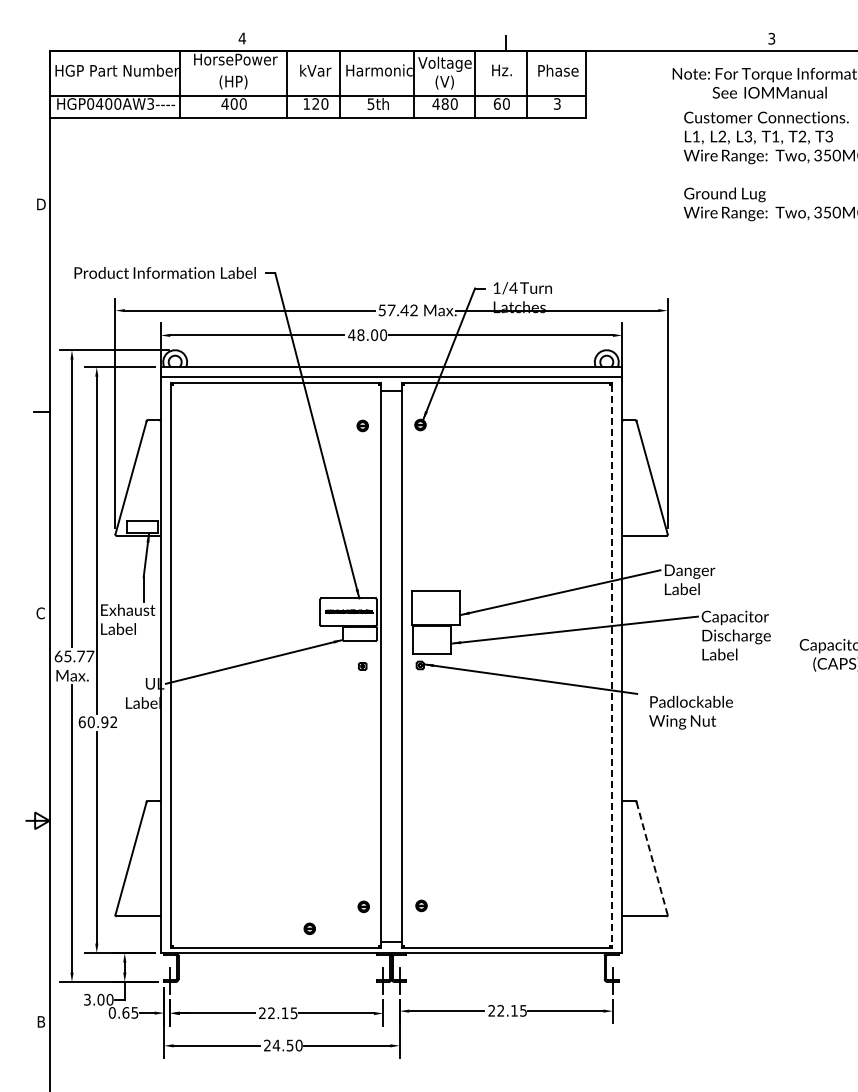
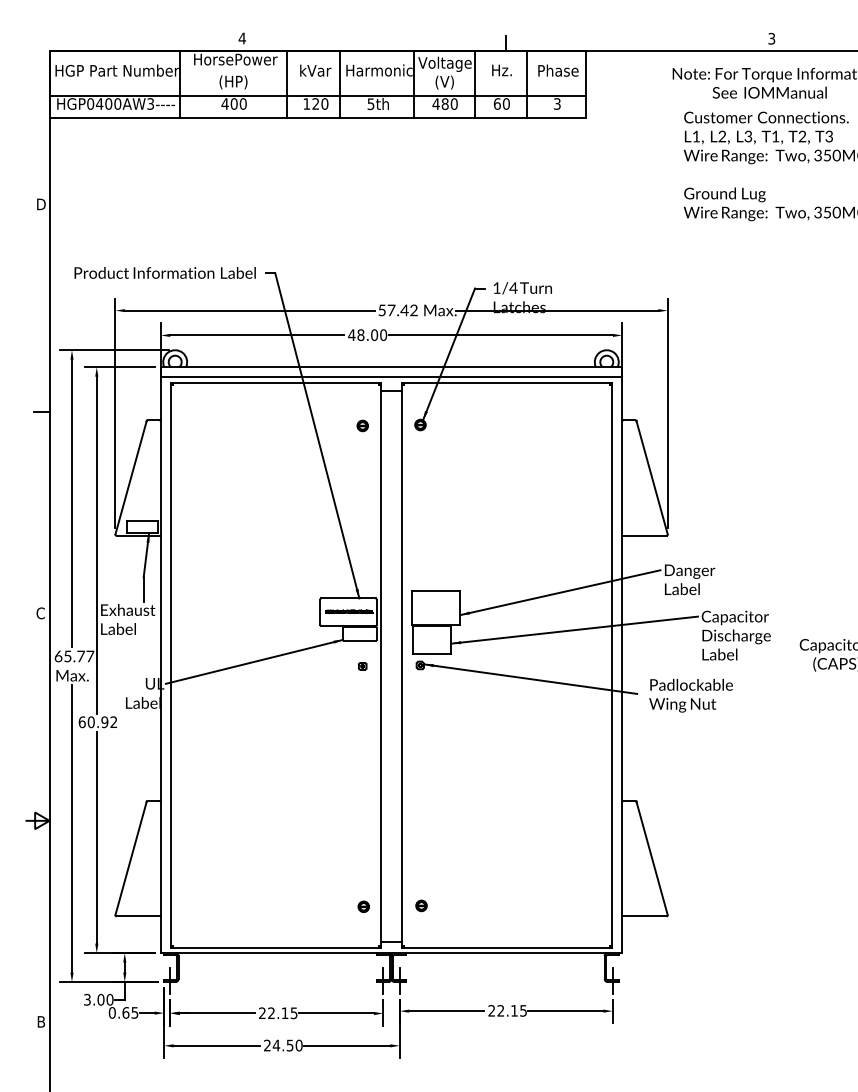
line at (611, 665): dashed -> solid
text at (690, 712) position: (690, 712) -> (690, 695)
line at (652, 858): dashed -> solid
part at (309, 928): present -> none
